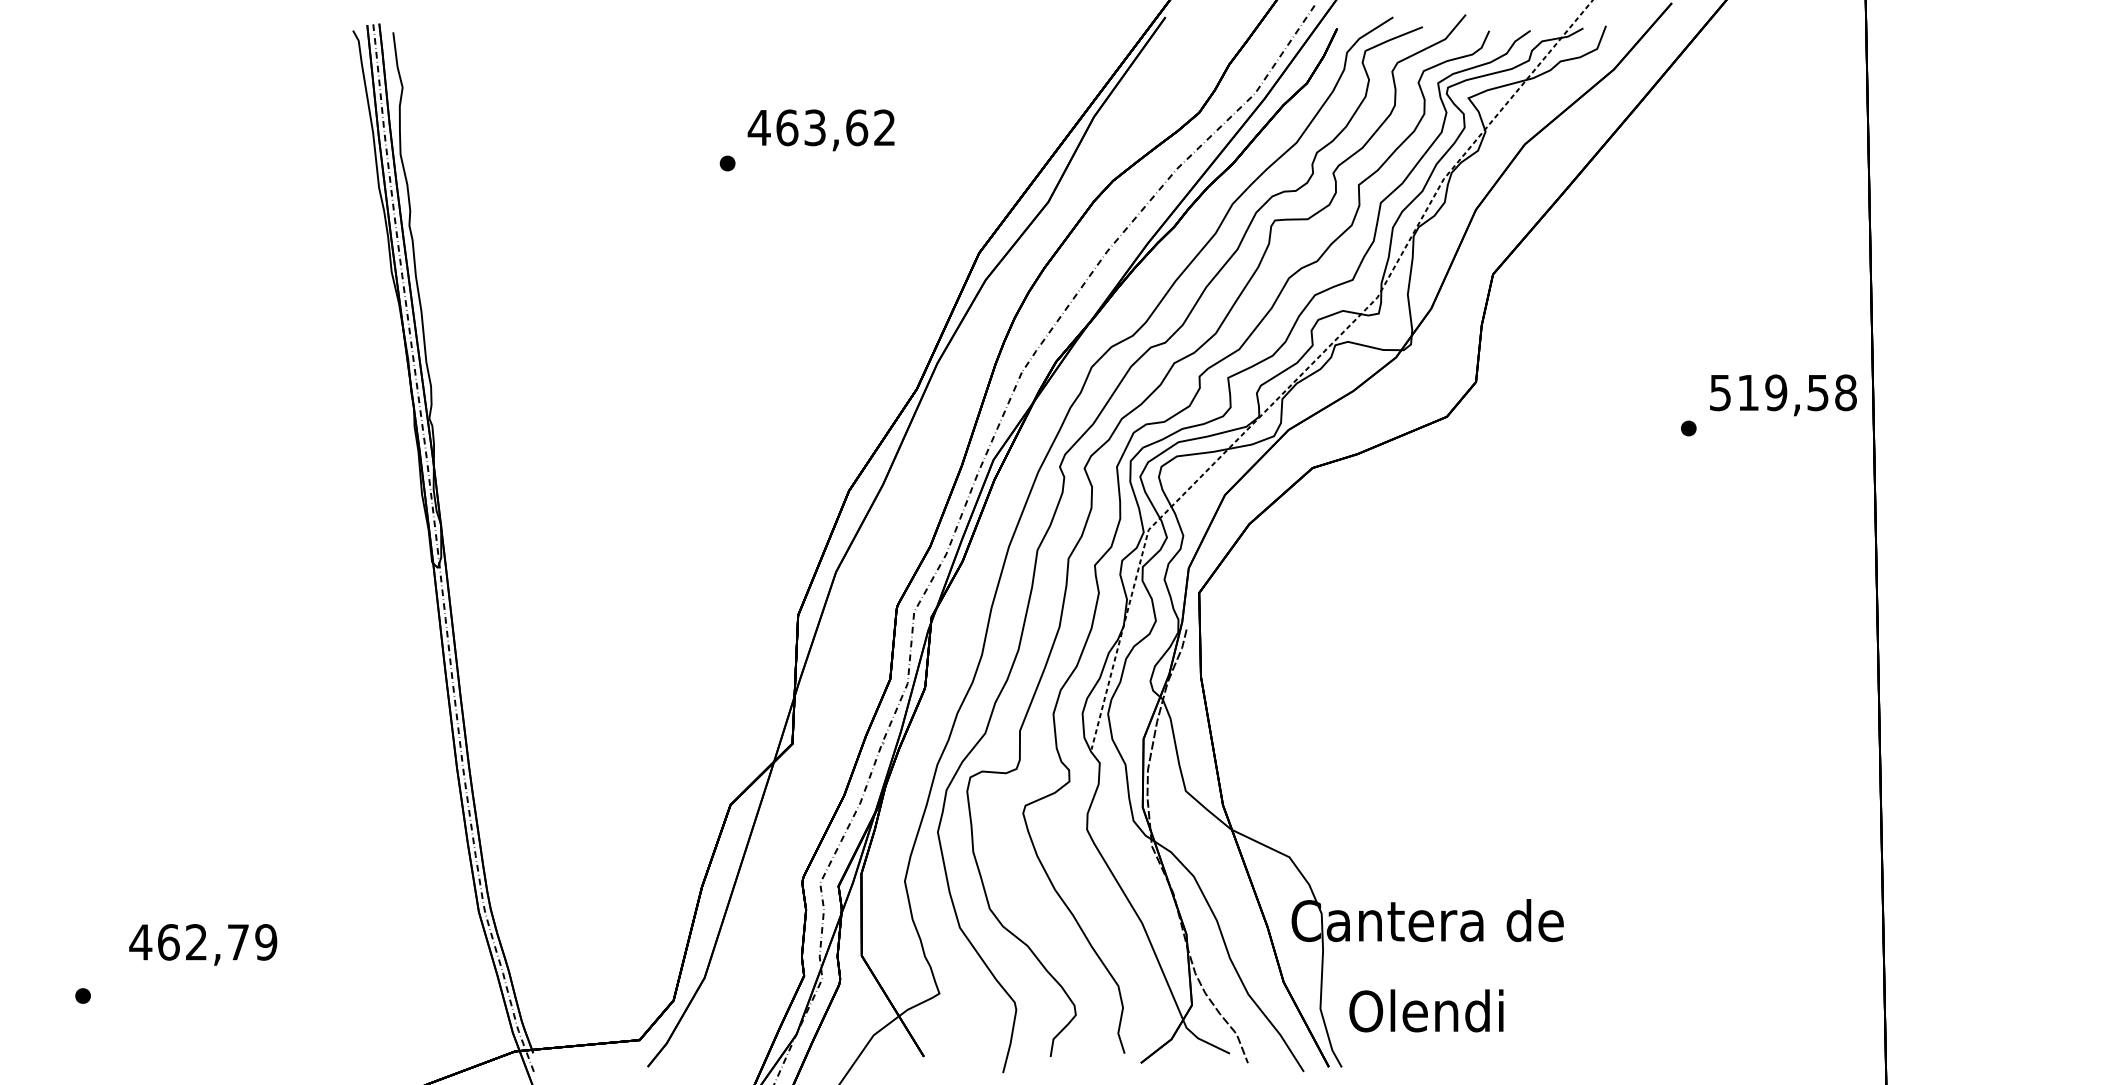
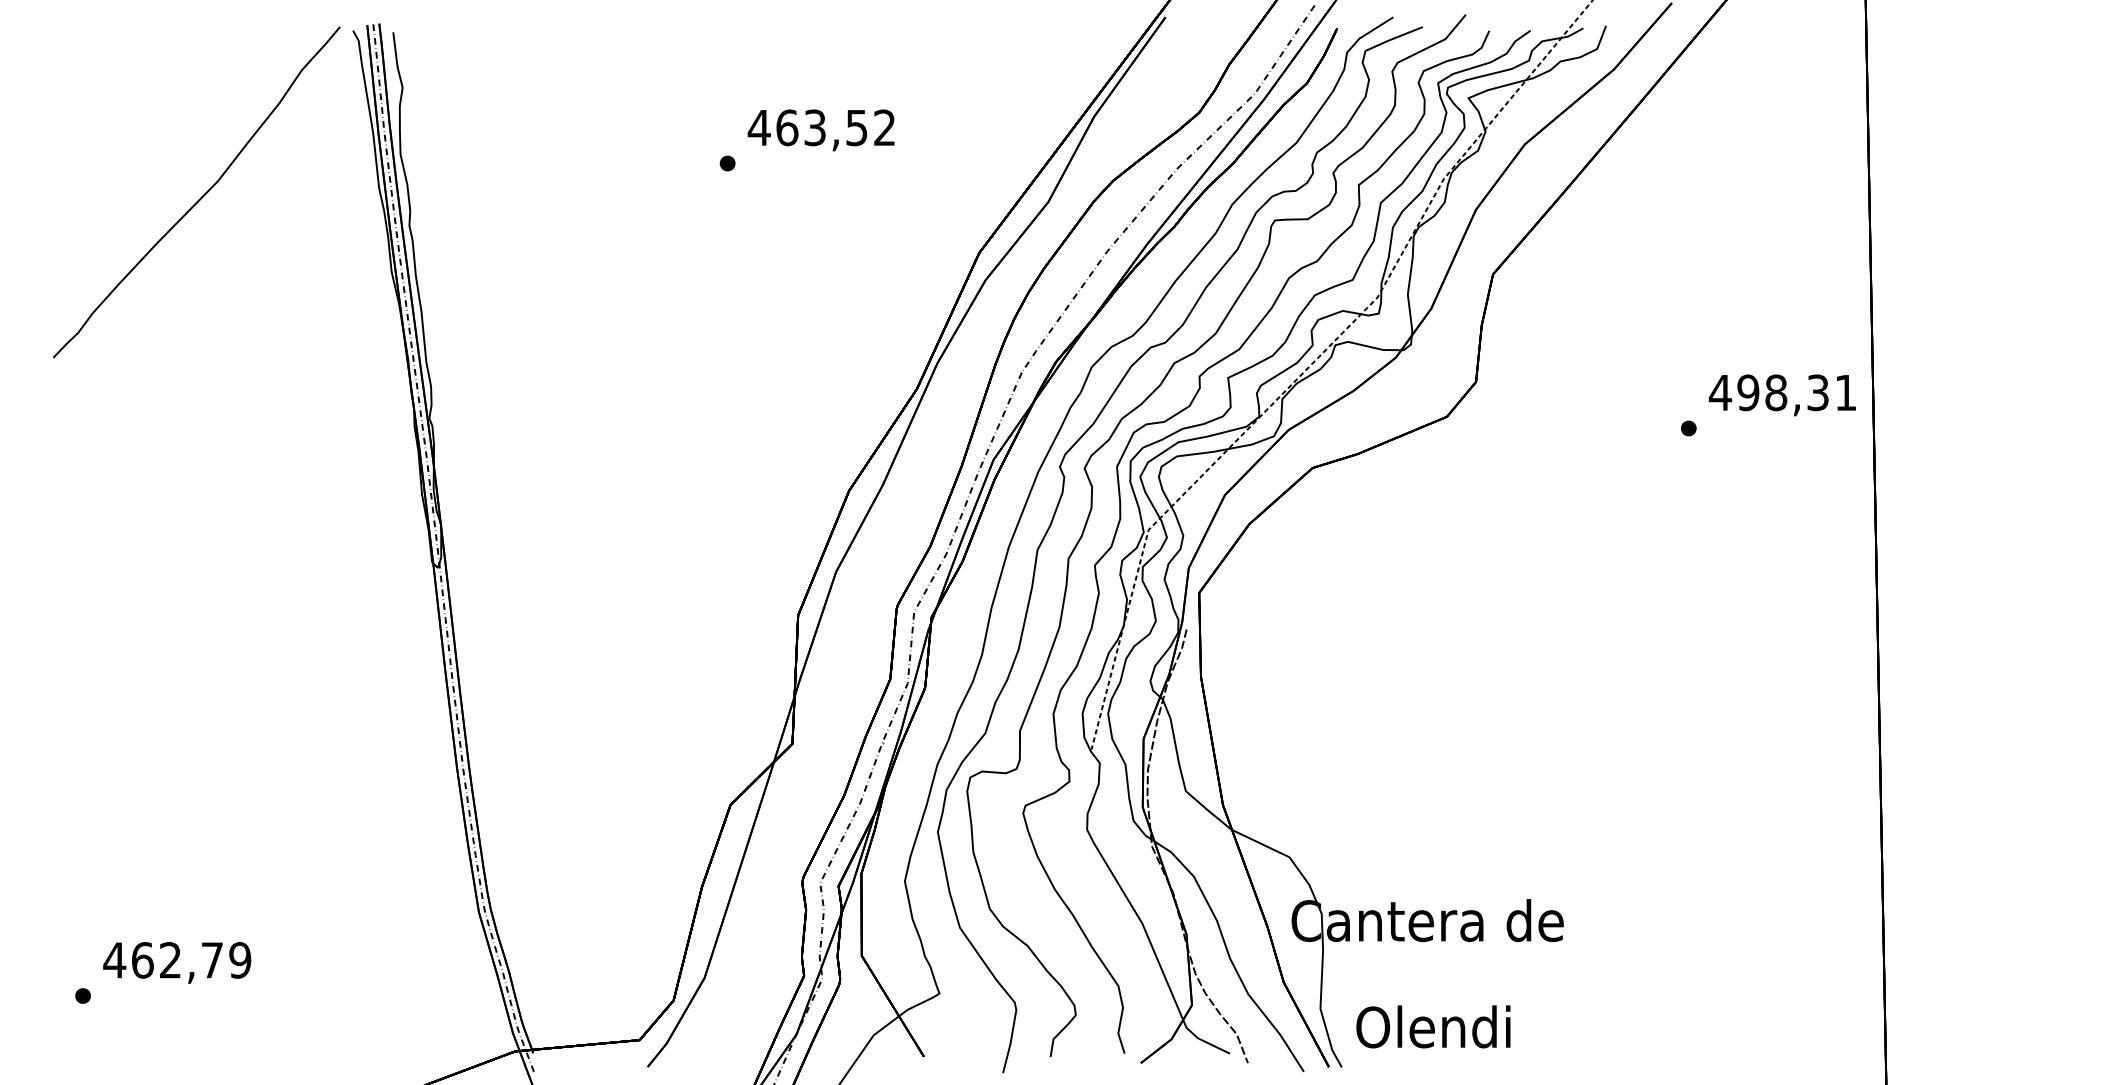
text at (857, 127): 463,62 -> 463,52
curve at (201, 196): none -> present
text at (1782, 392): 519,58 -> 498,31
text at (203, 944) position: (203, 944) -> (177, 962)
text at (1426, 1010) position: (1426, 1010) -> (1433, 1026)
